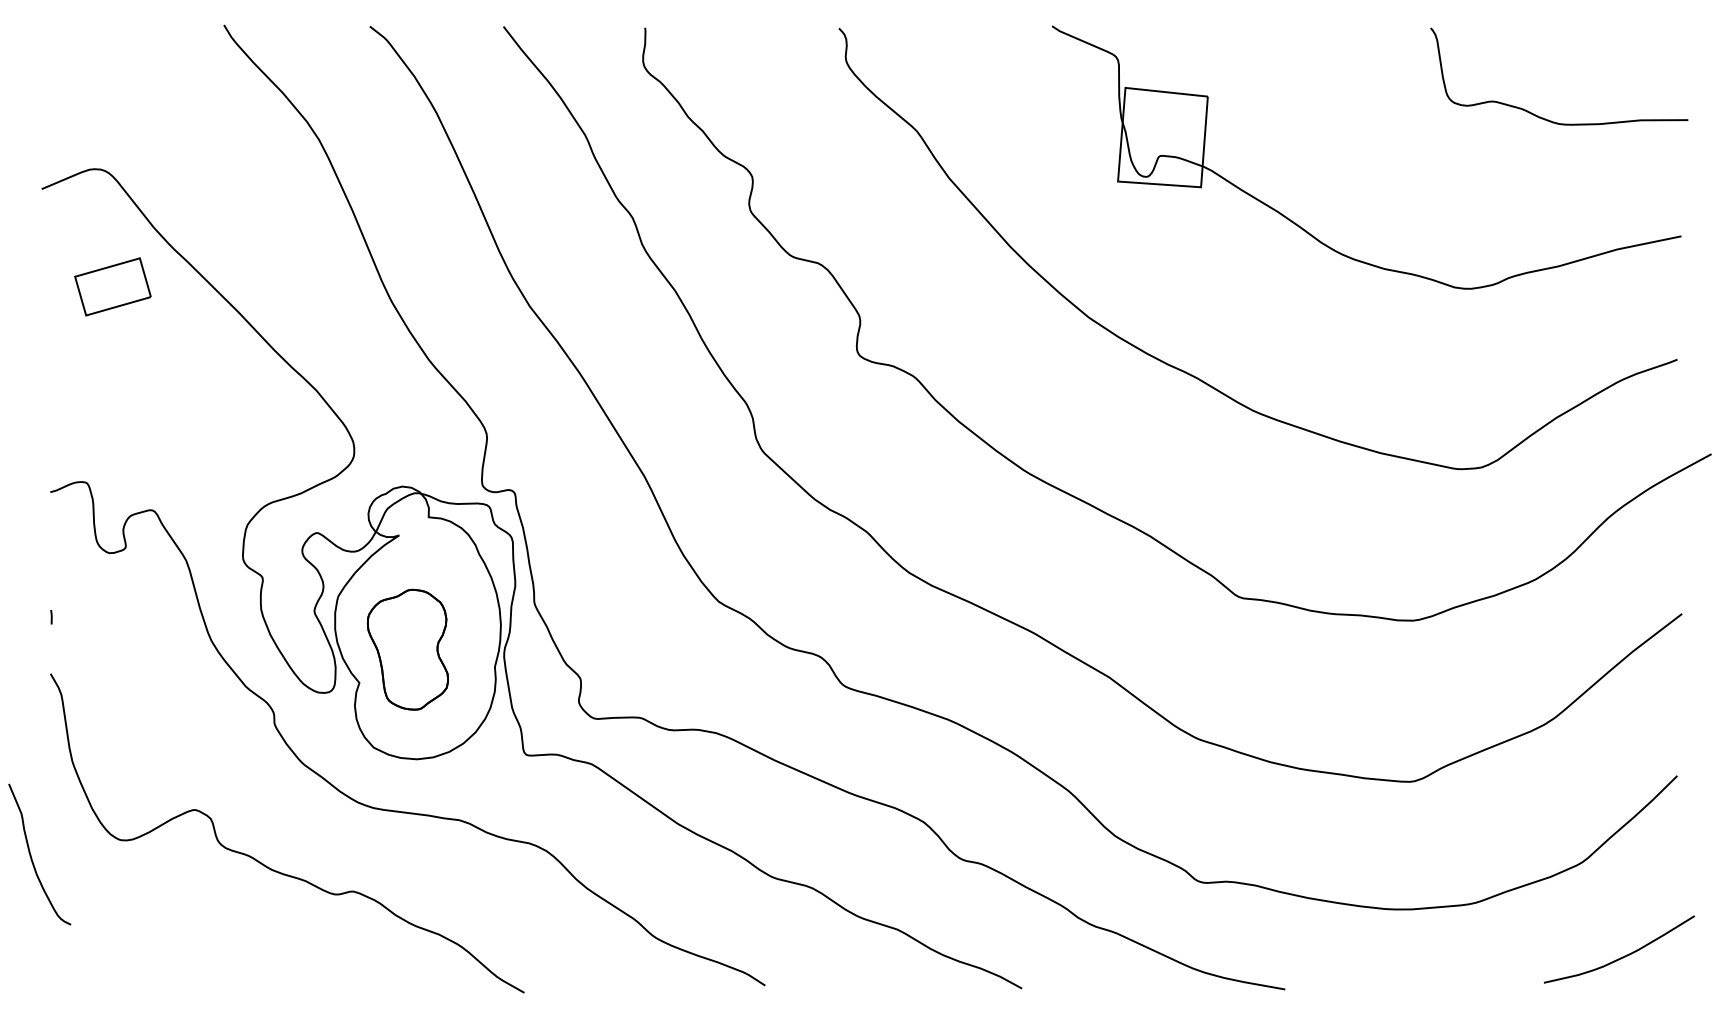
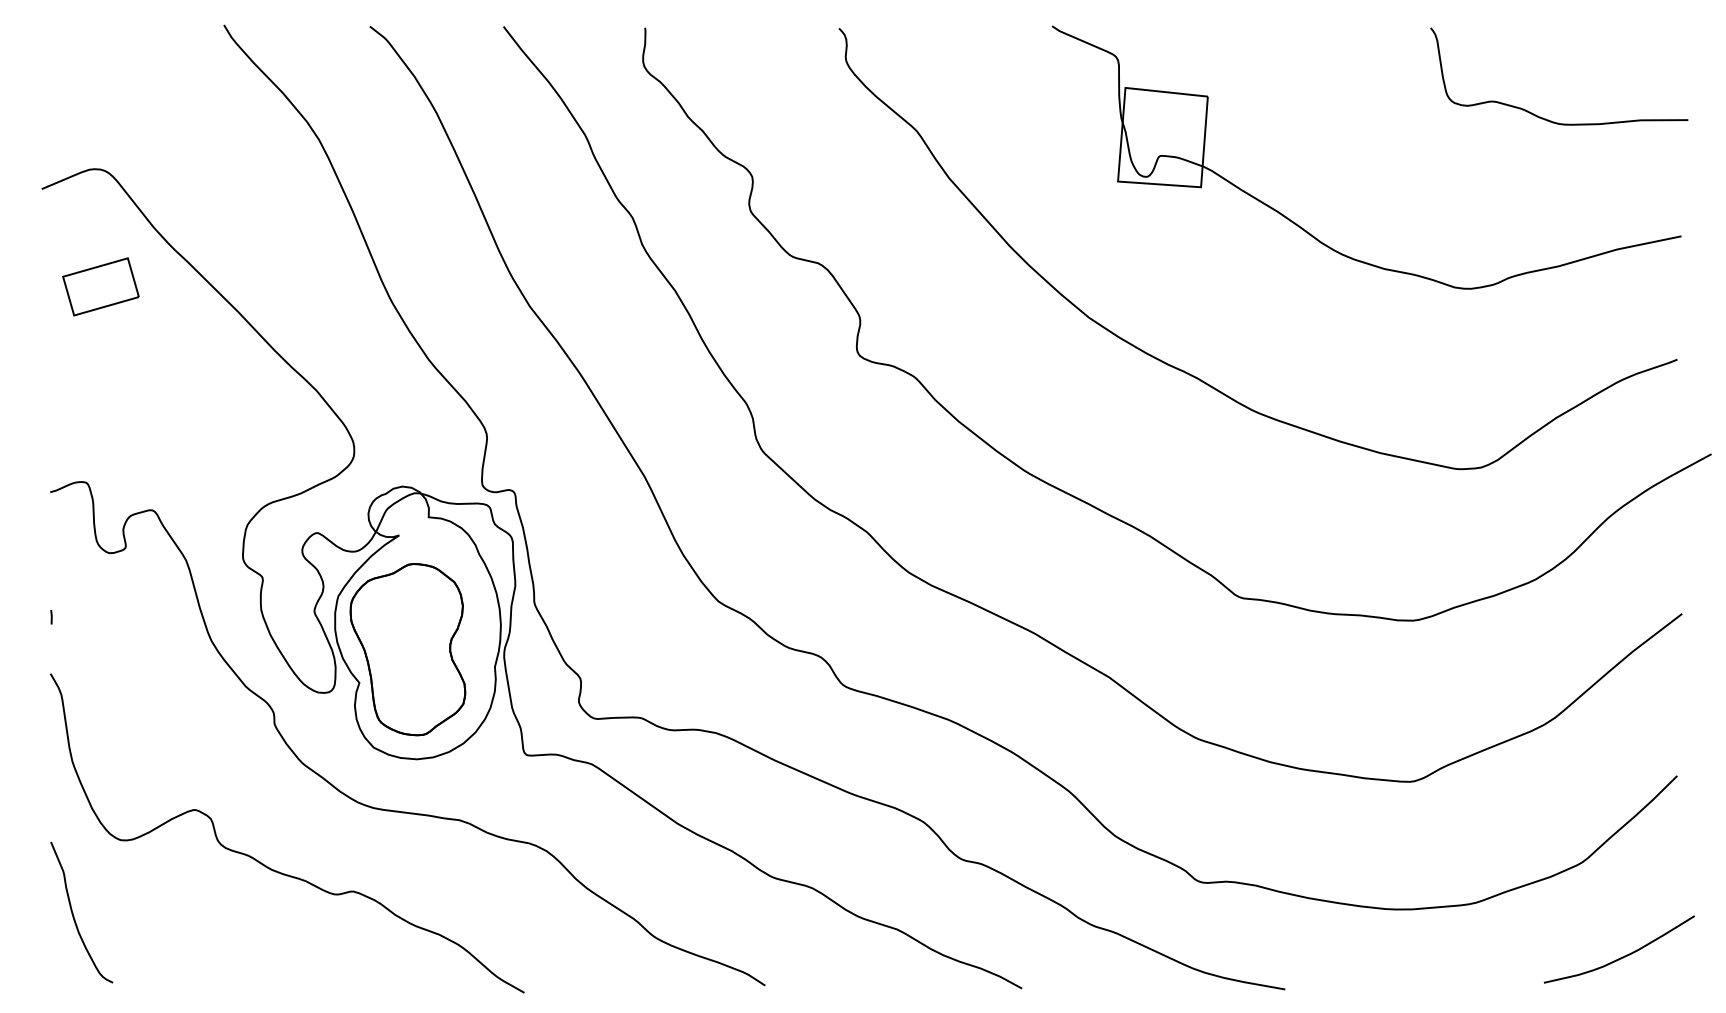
part at (112, 286) position: (112, 286) -> (100, 286)
part at (407, 649) size: 83x123 px -> 118x174 px
curve at (31, 854) position: (31, 854) -> (73, 912)
